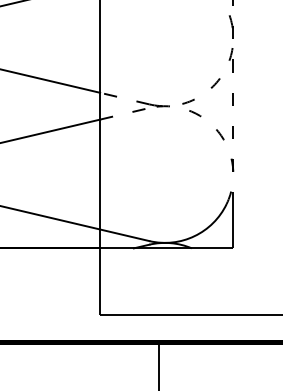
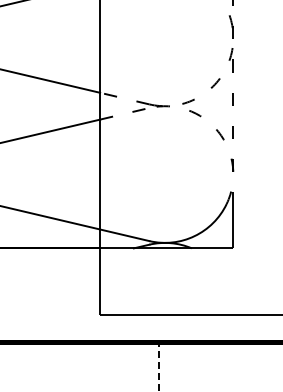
line at (159, 366): solid -> dashed
